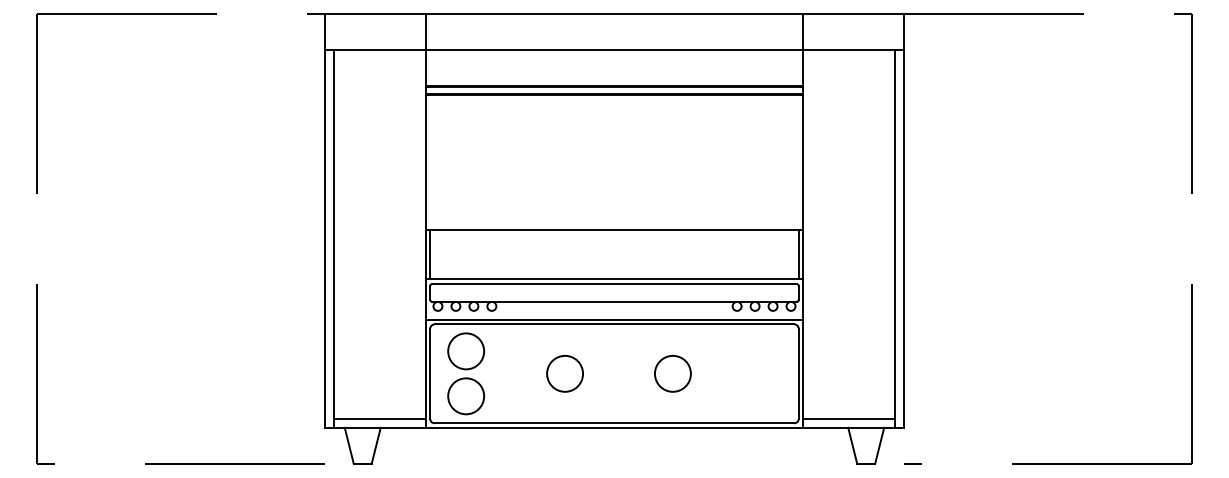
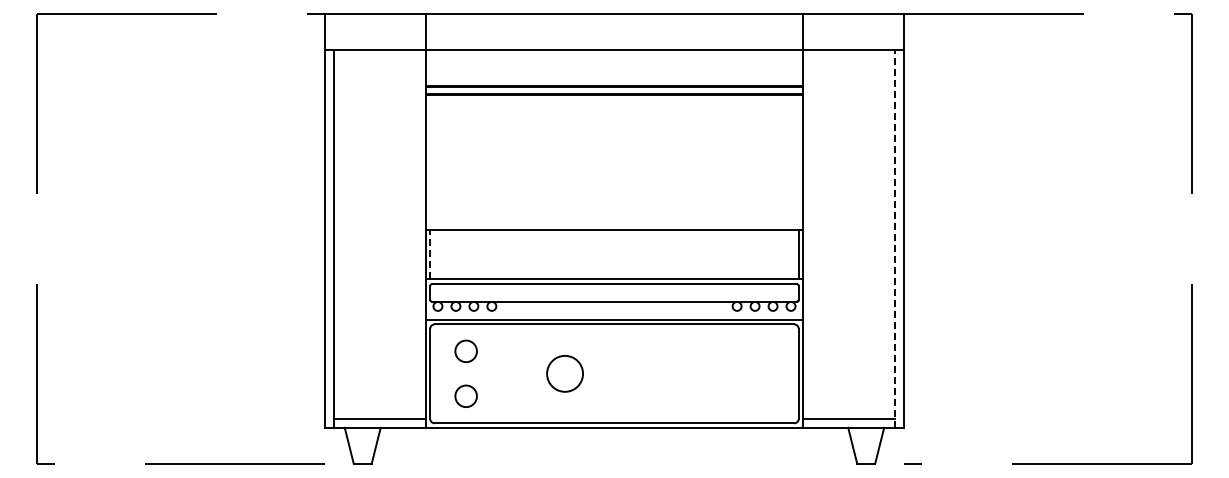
line at (895, 238): solid -> dashed
line at (430, 254): solid -> dashed
circle at (466, 351) diameter: 36 px -> 22 px
circle at (672, 373): present -> none
circle at (466, 396) diameter: 36 px -> 22 px
